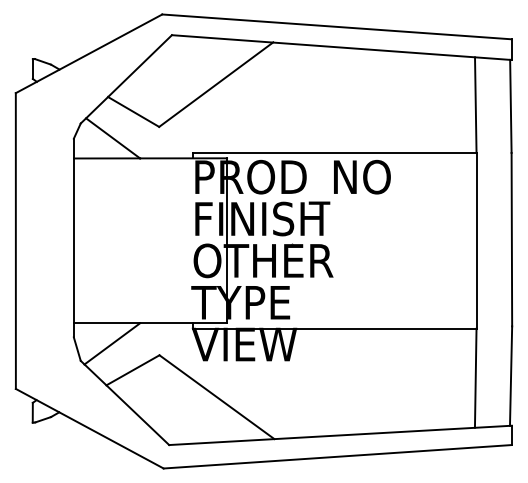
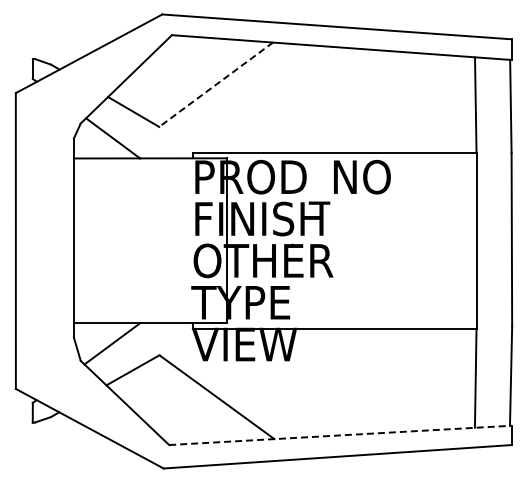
line at (215, 84): solid -> dashed
line at (340, 435): solid -> dashed
